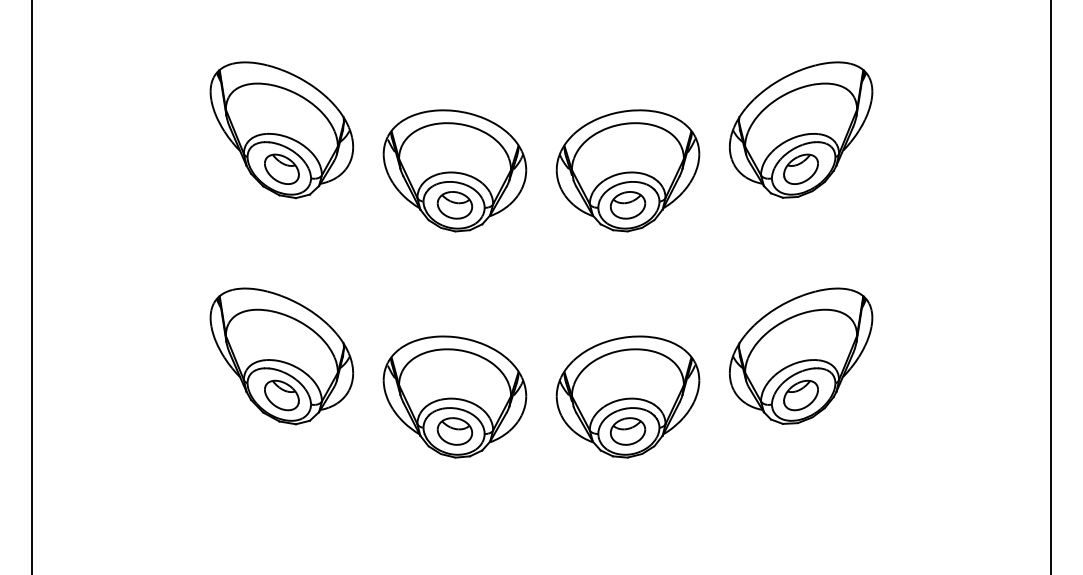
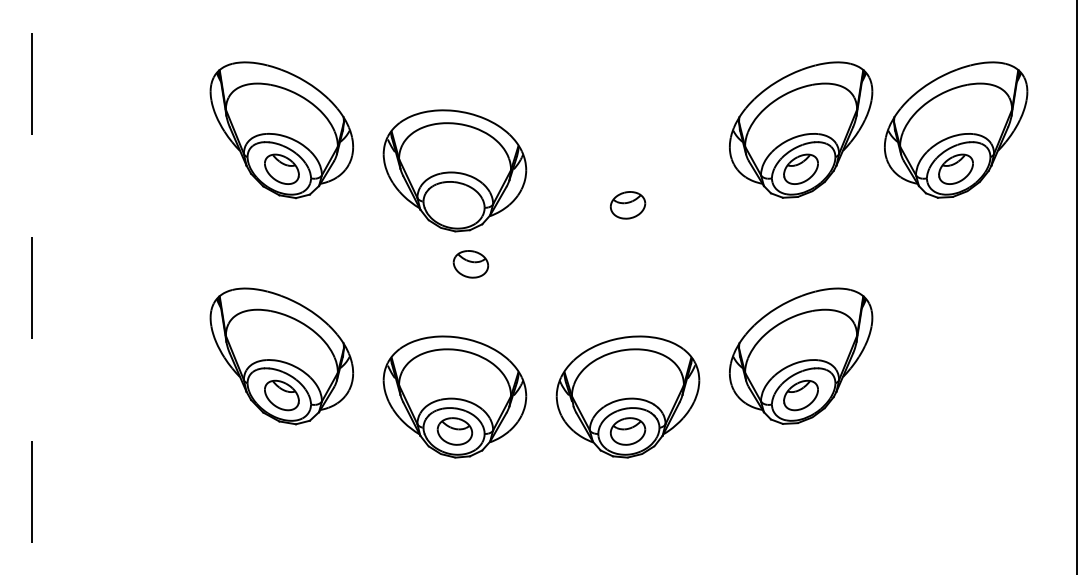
part at (956, 129): none -> present
part at (627, 170): present -> none
part at (454, 205) position: (454, 205) -> (470, 264)
line at (1050, 286) position: (1050, 286) -> (1076, 286)
line at (32, 288): solid -> dashed
